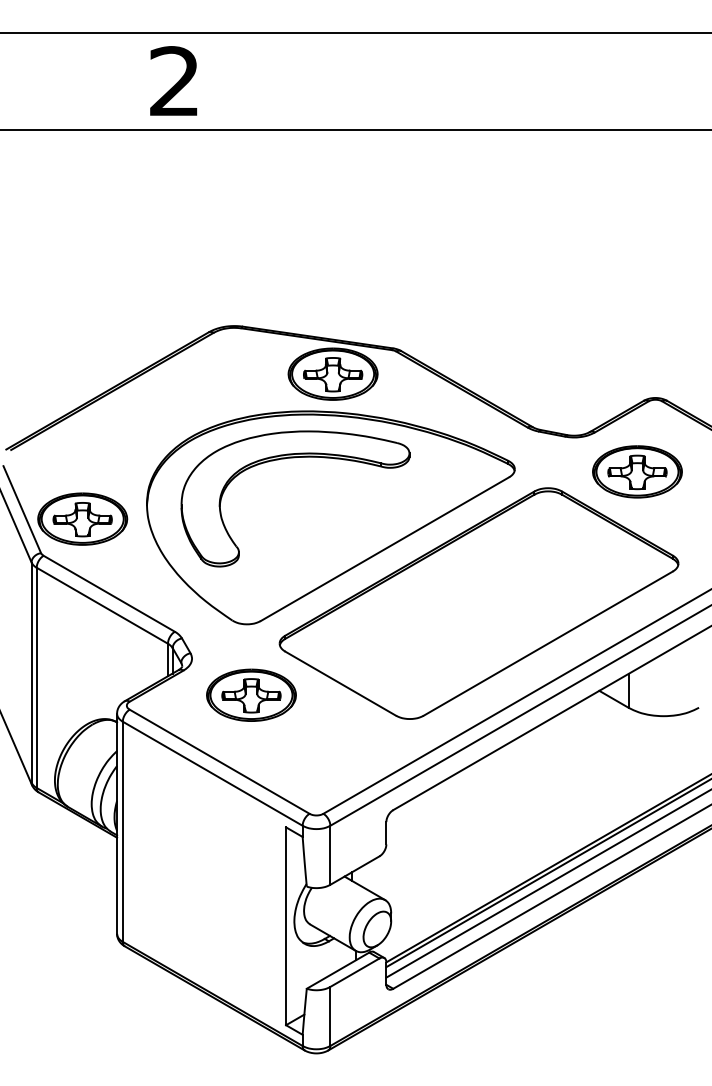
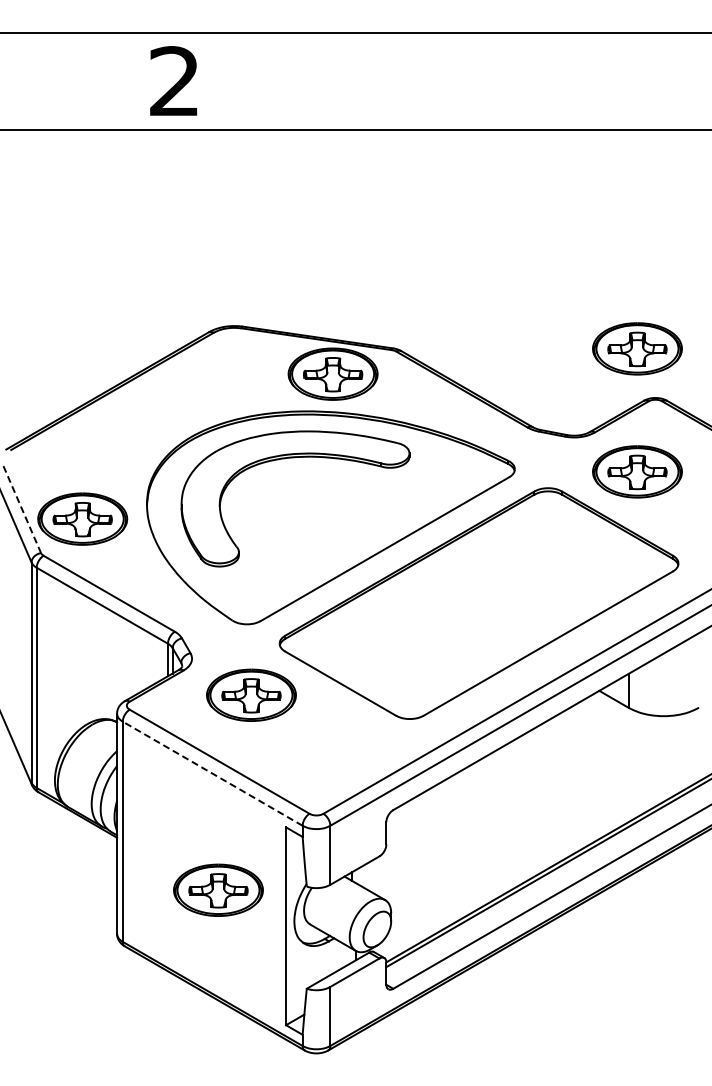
part at (637, 348): none -> present
line at (22, 510): solid -> dashed
line at (212, 773): solid -> dashed
line at (547, 883): present -> none
part at (218, 889): none -> present
